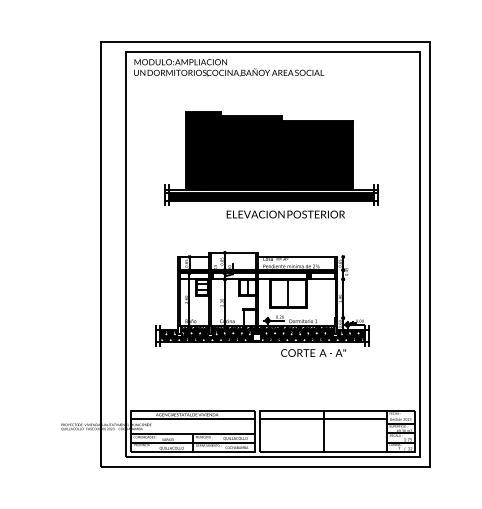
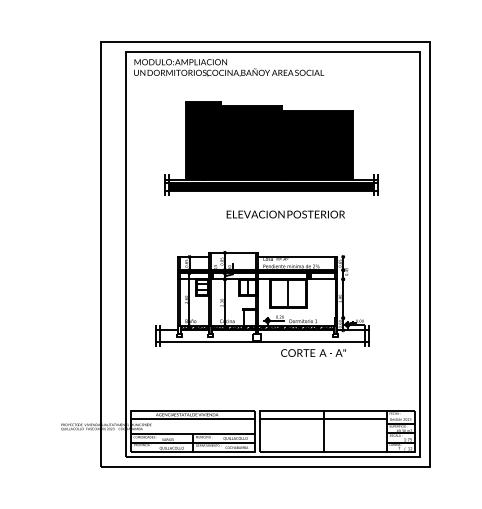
part at (271, 158) position: (271, 158) -> (271, 148)
hatch at (262, 335): present -> none
